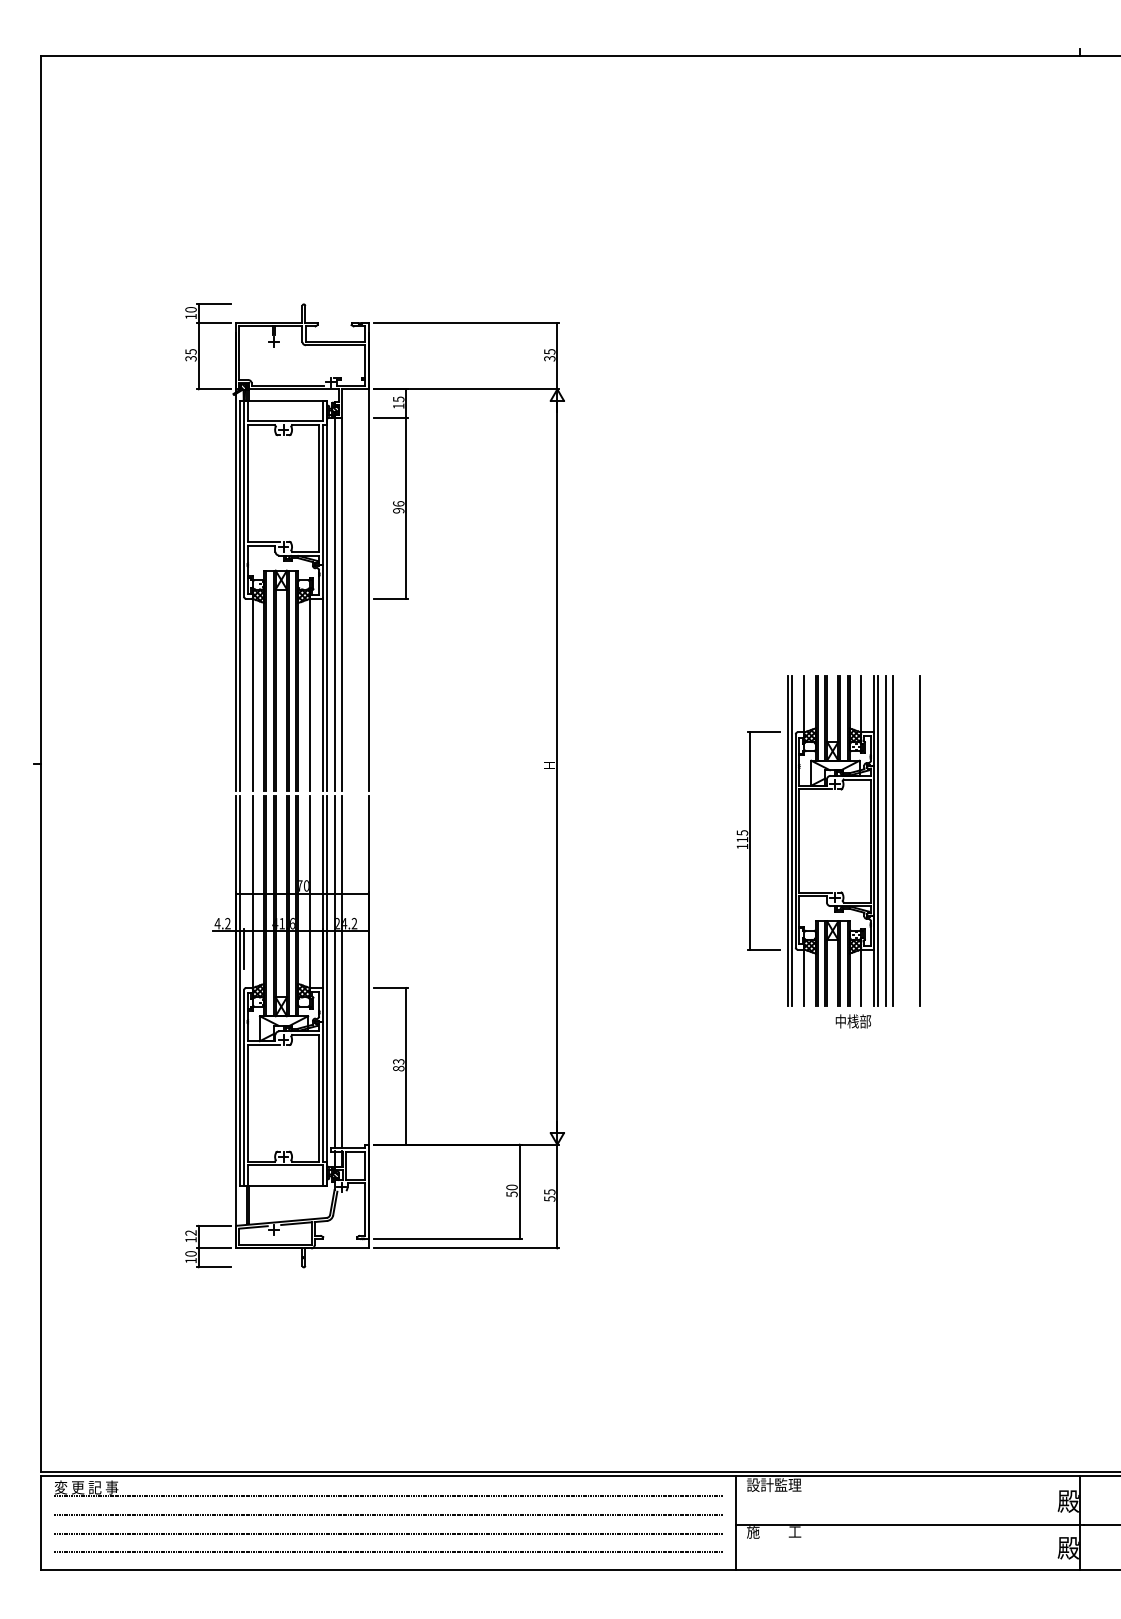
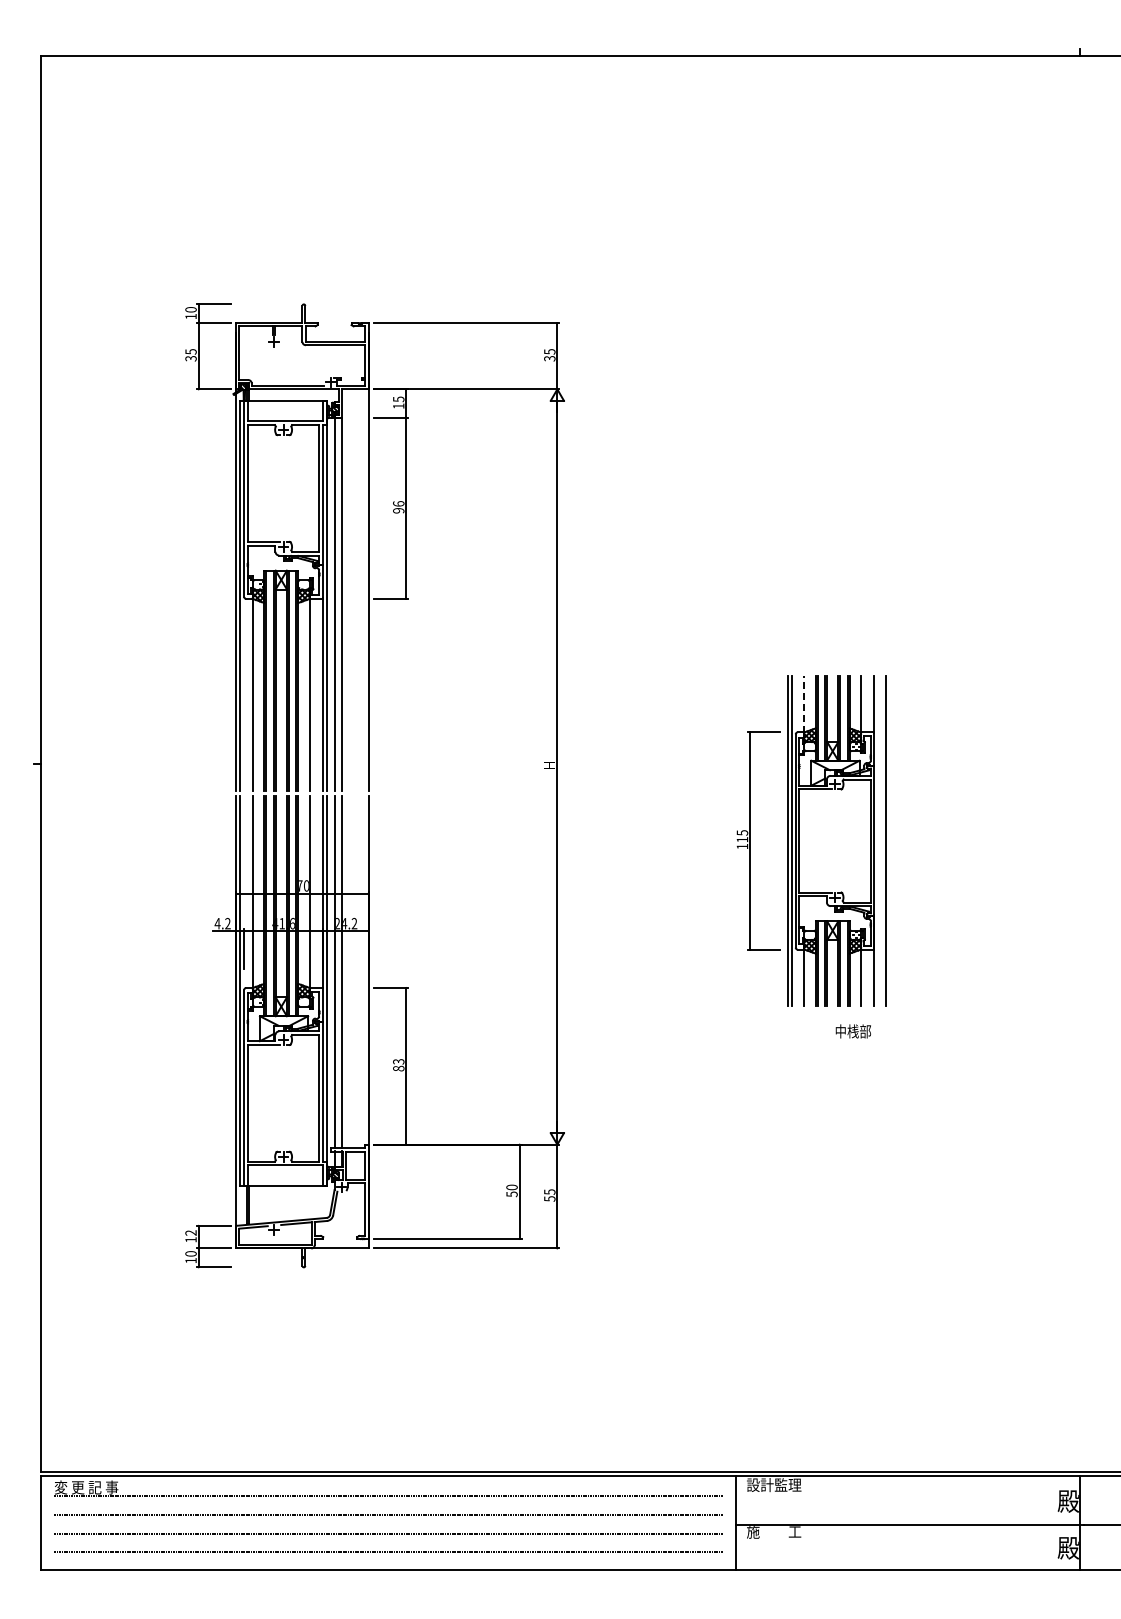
line at (804, 704): solid -> dashed
line at (878, 840): present -> none
line at (893, 840): present -> none
line at (919, 840): present -> none
text at (852, 1021) position: (852, 1021) -> (852, 1031)
